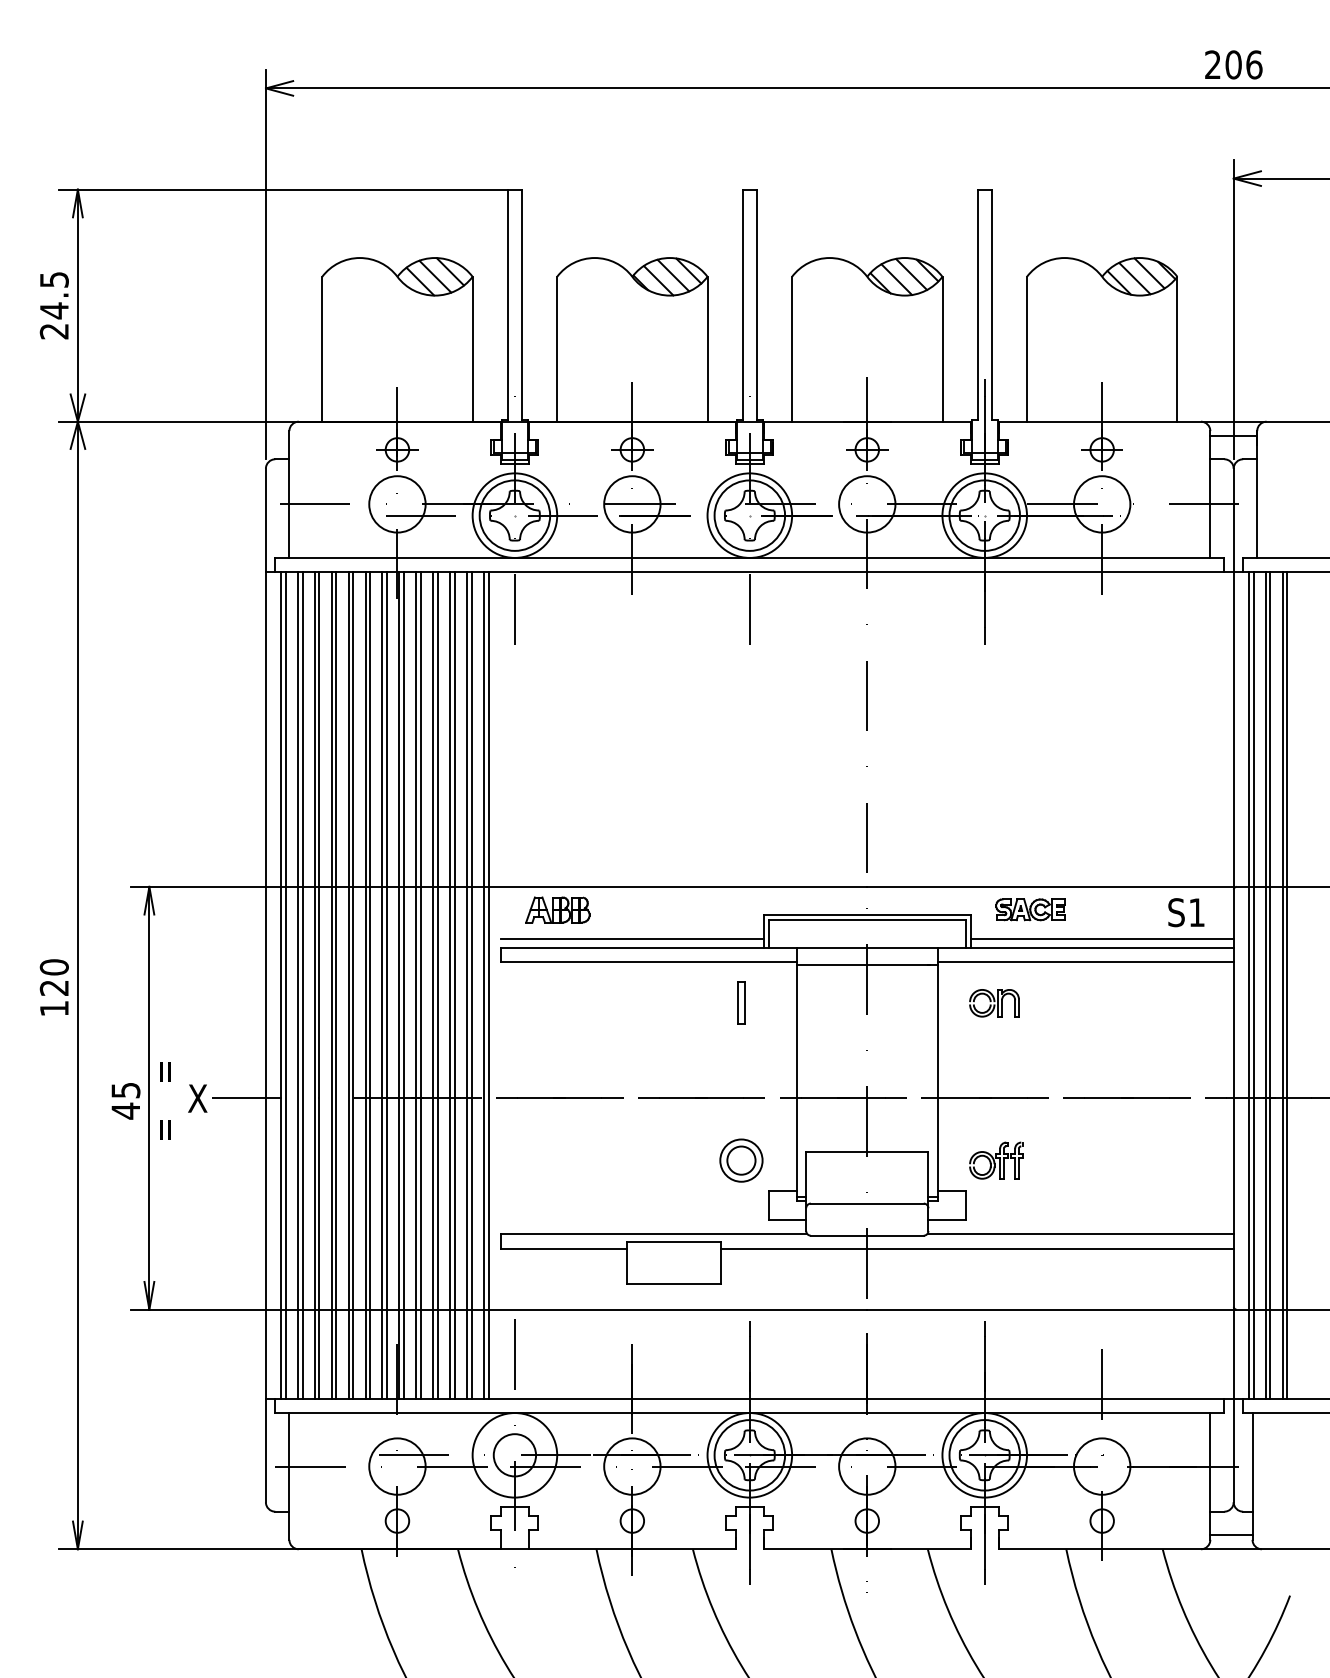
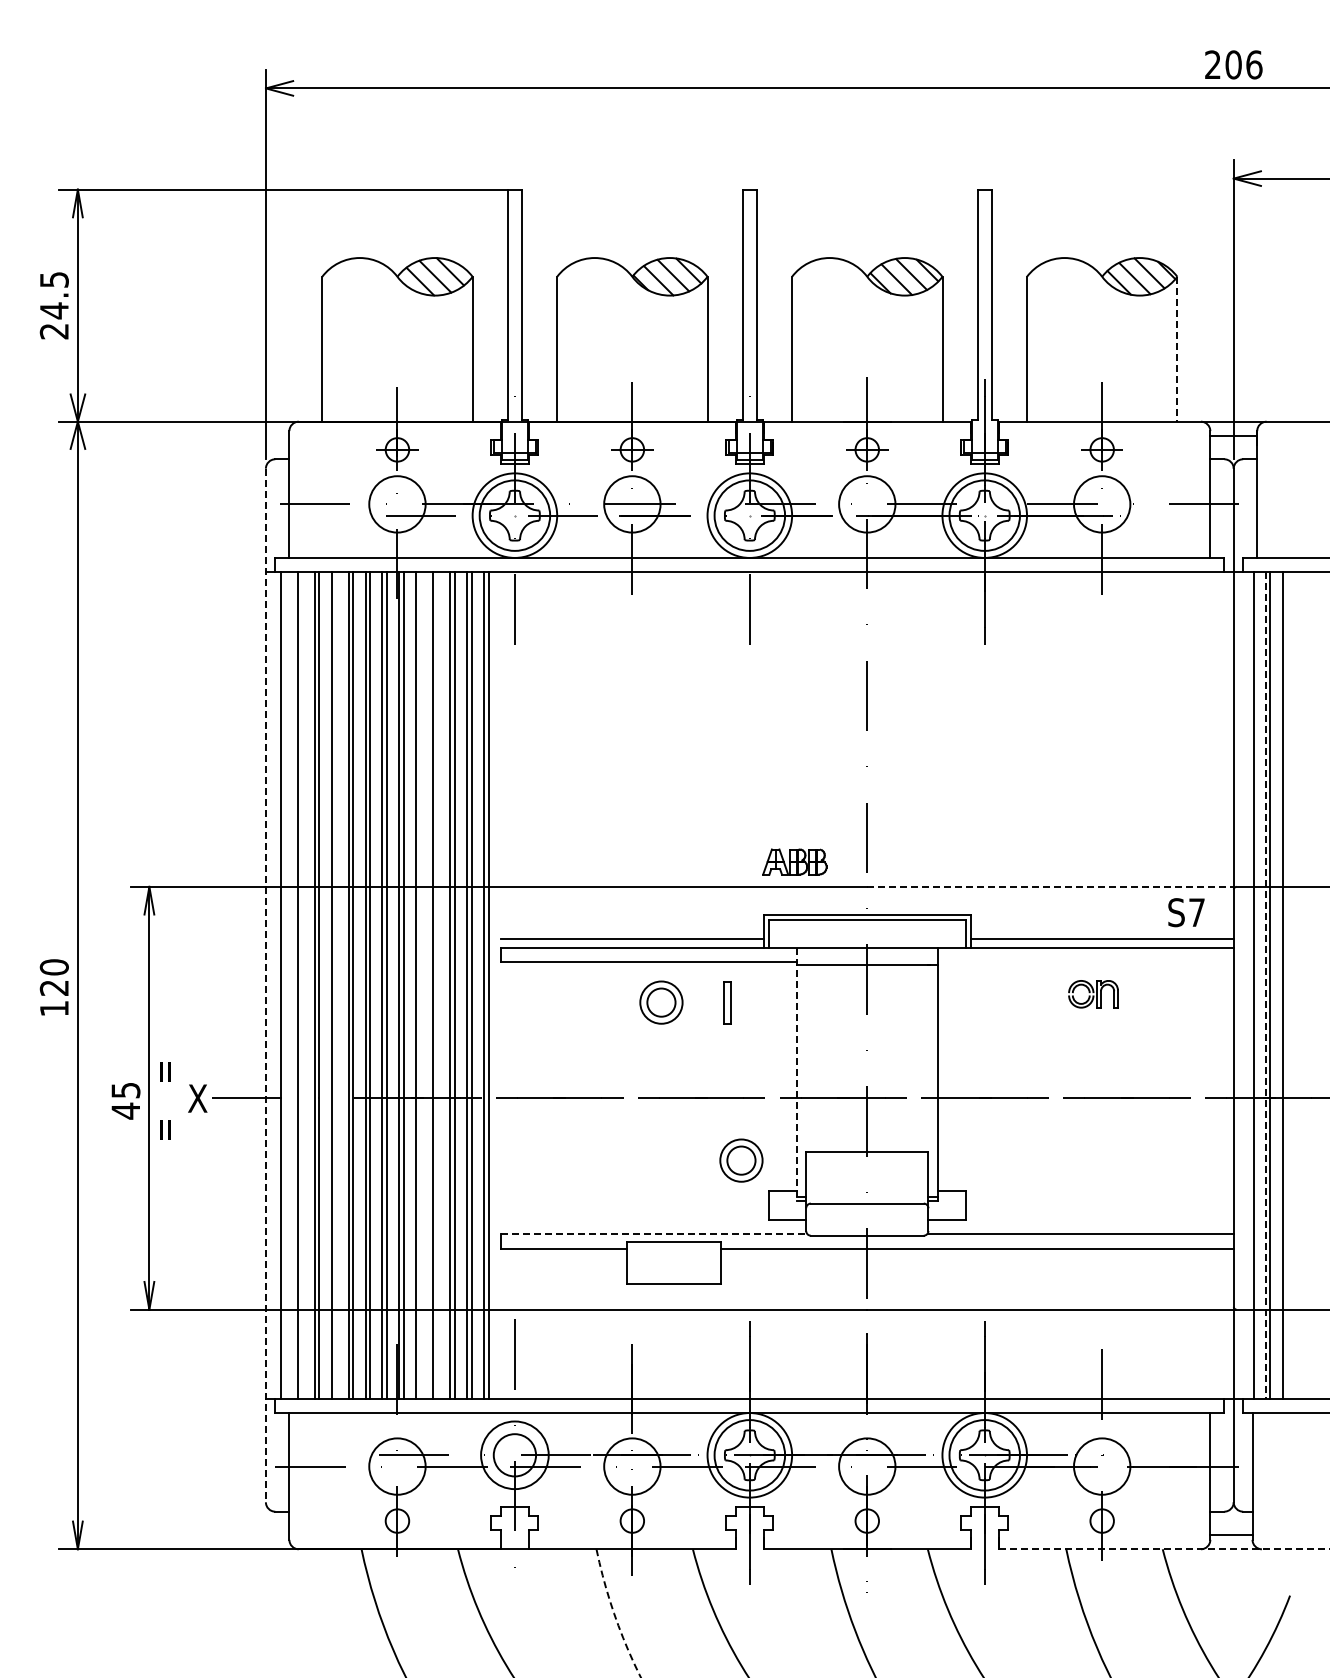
line at (1177, 349): solid -> dashed
line at (1051, 886): solid -> dashed
part at (557, 909) position: (557, 909) -> (794, 861)
part at (1030, 909): present -> none
text at (1196, 912): S1 -> S7
line at (1085, 962): present -> none
line at (266, 985): solid -> dashed
line at (285, 985): present -> none
line at (302, 985): present -> none
line at (336, 985): present -> none
line at (420, 985): present -> none
line at (437, 985): present -> none
line at (1248, 985): present -> none
line at (1265, 985): solid -> dashed
line at (1287, 985): present -> none
part at (661, 1002): none -> present
part at (741, 1002) position: (741, 1002) -> (727, 1002)
part at (994, 1003) position: (994, 1003) -> (1093, 994)
line at (796, 1074): solid -> dashed
part at (996, 1160): present -> none
line at (653, 1234): solid -> dashed
circle at (514, 1455) diameter: 85 px -> 68 px
line at (1164, 1549): solid -> dashed
arc at (614, 1615): solid -> dashed
